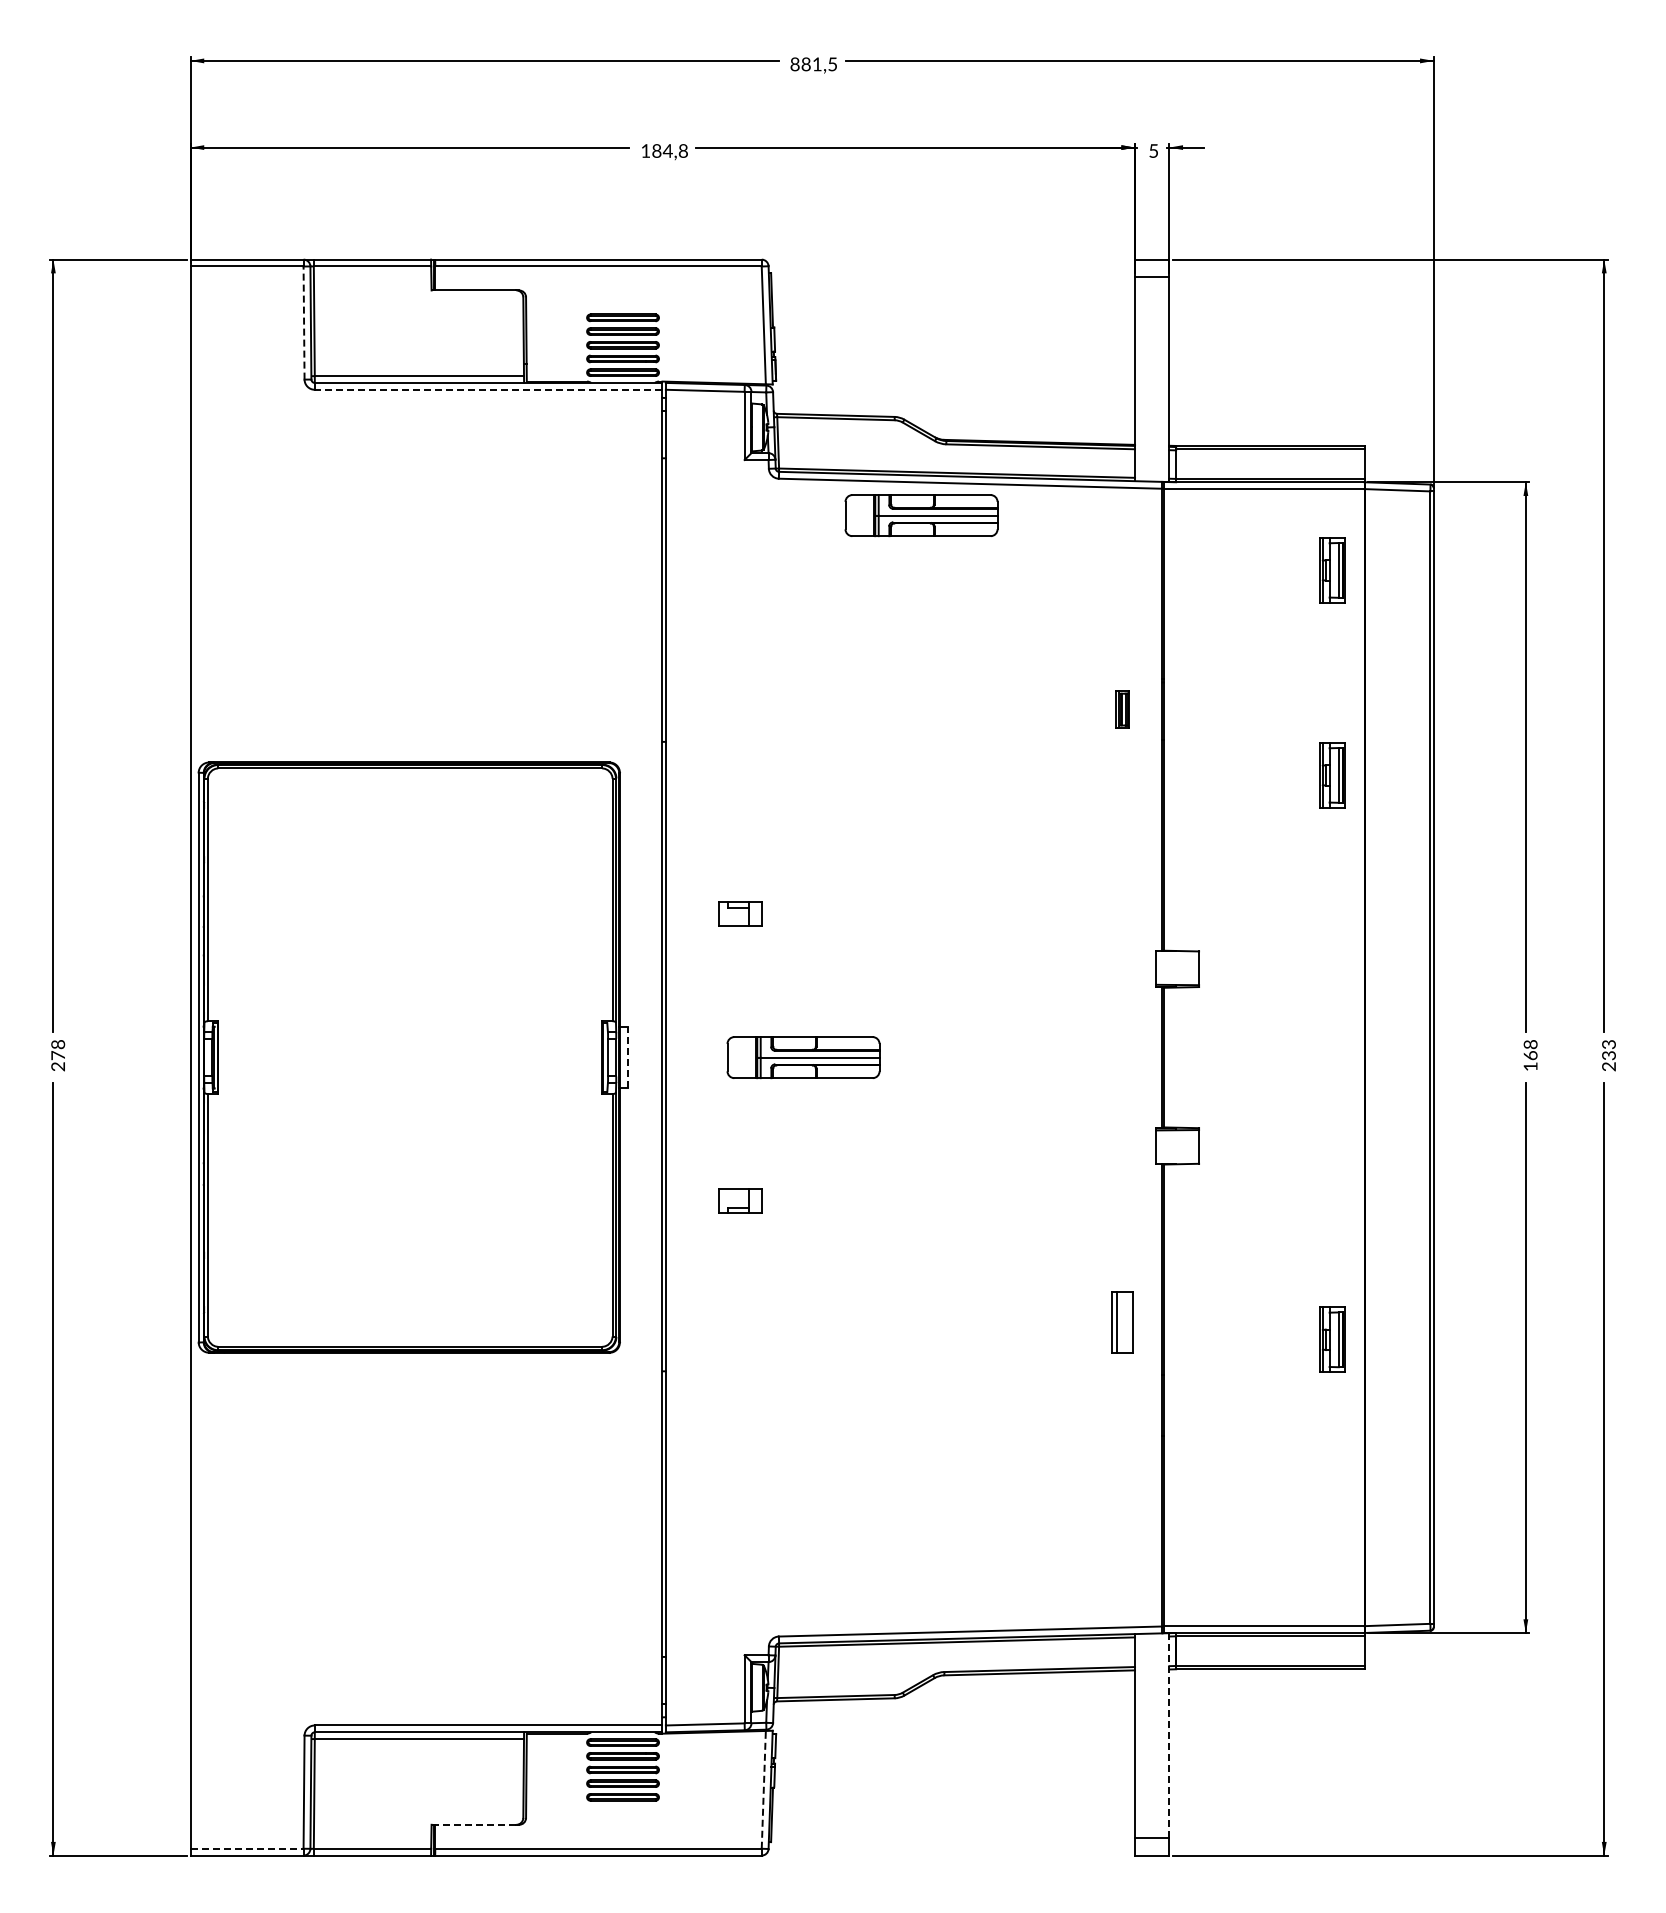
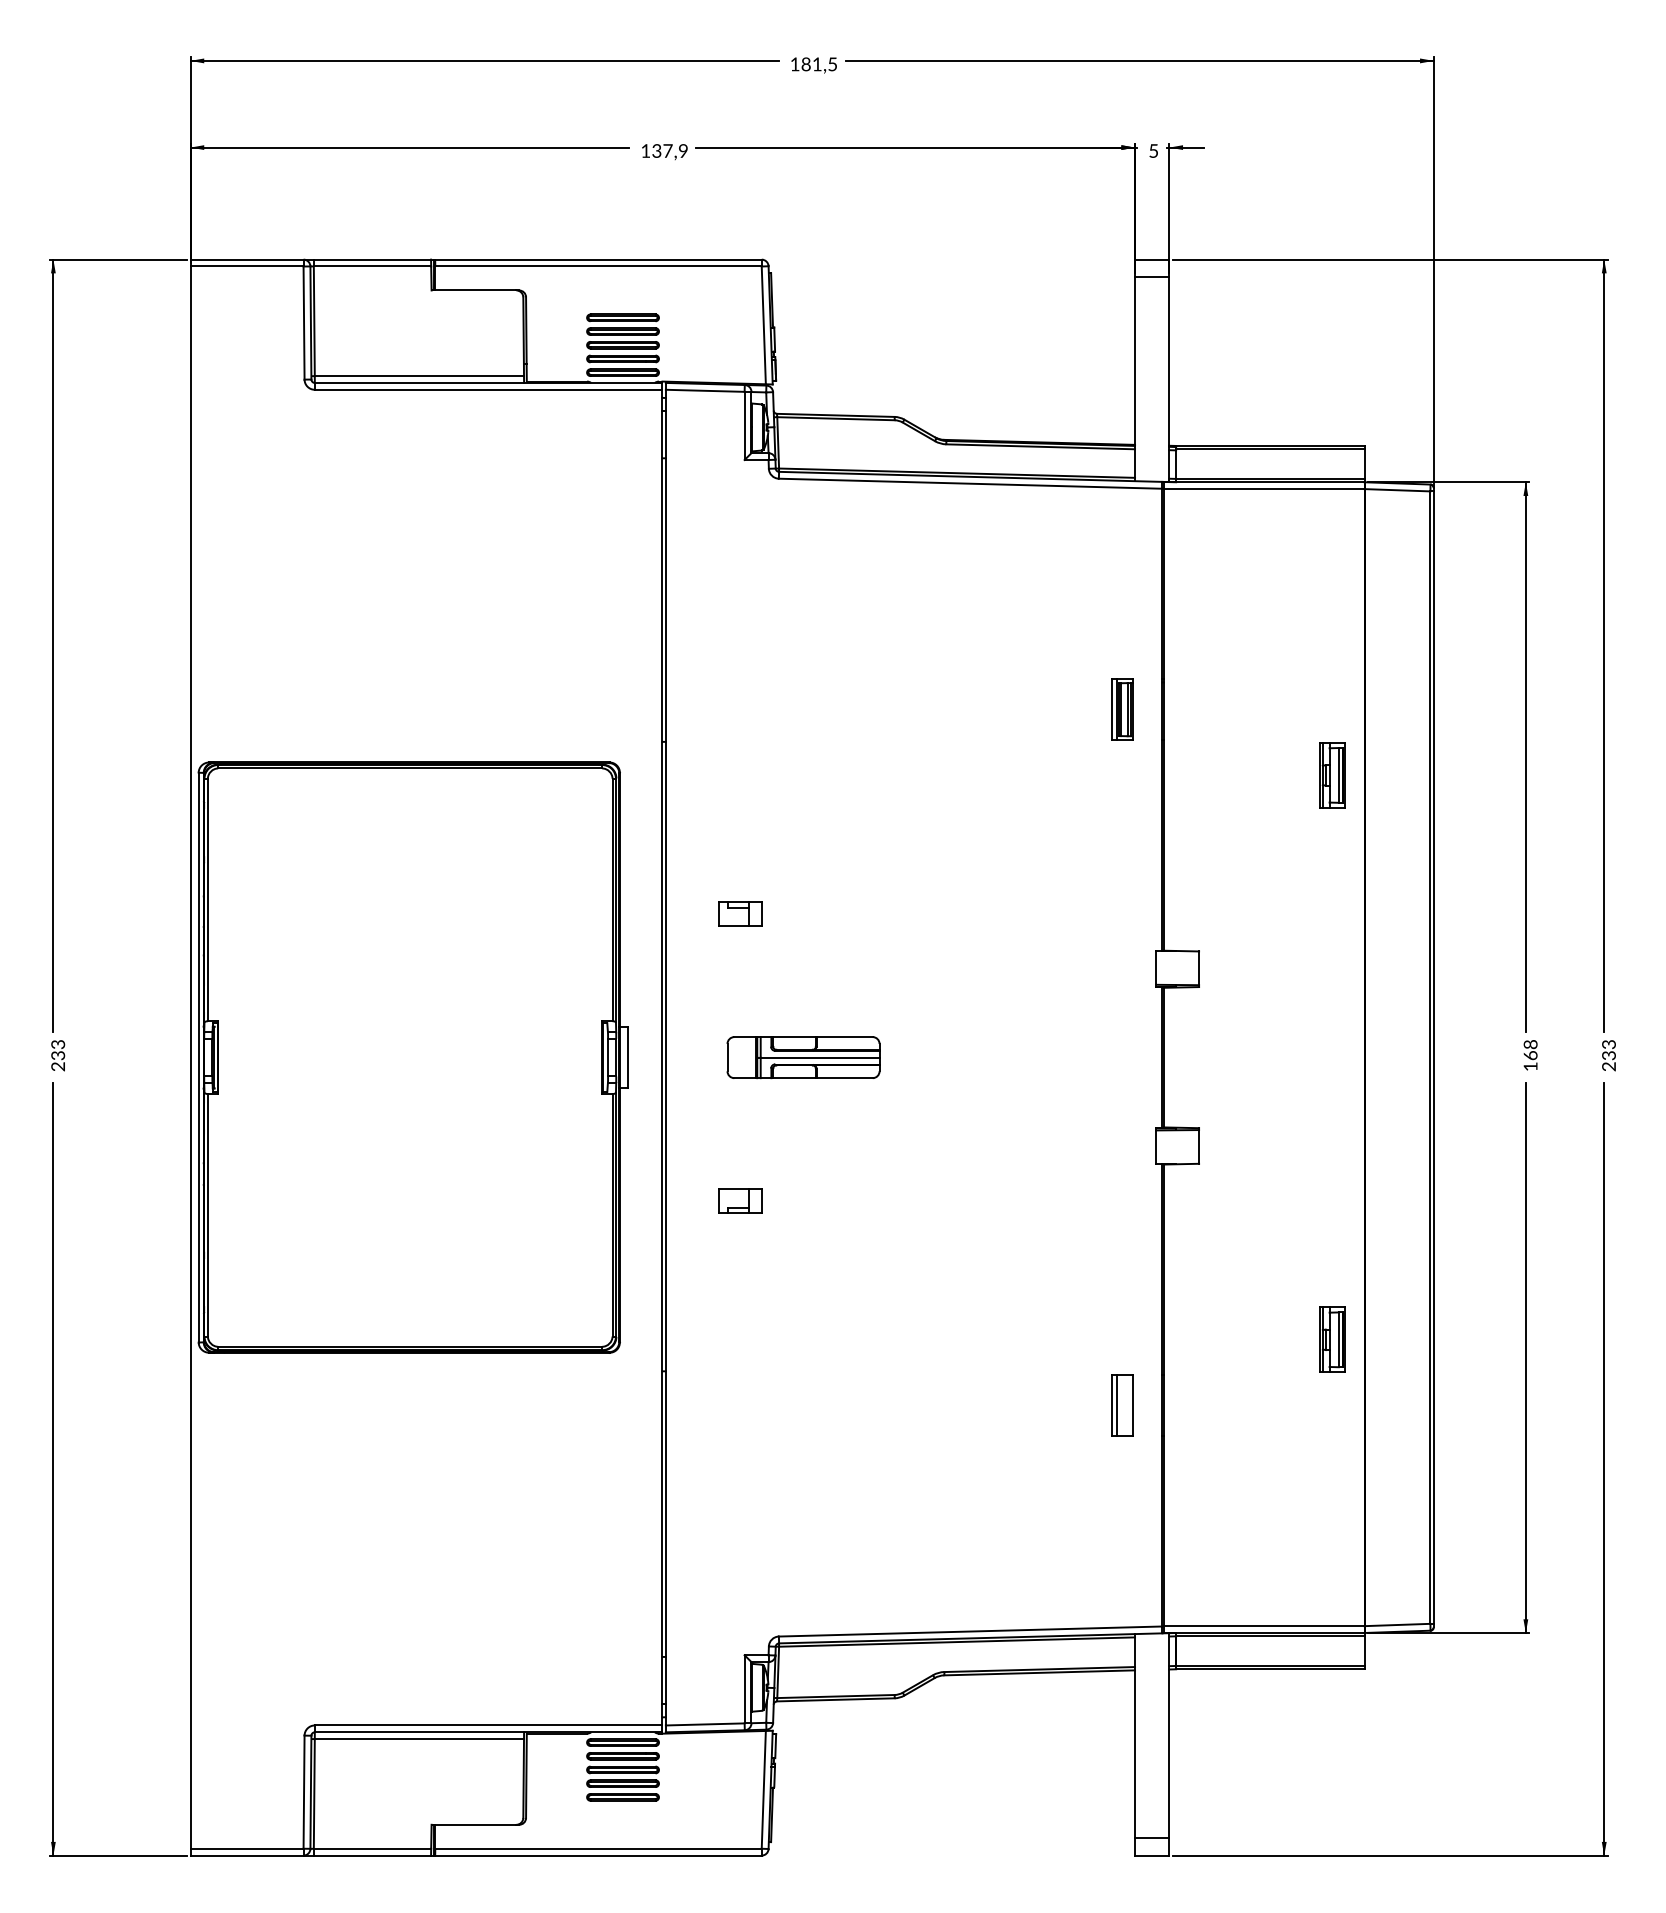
text at (794, 64): 881,5 -> 181,5
text at (669, 150): 184,8 -> 137,9
line at (304, 323): dashed -> solid
line at (488, 389): dashed -> solid
part at (921, 515): present -> none
part at (1332, 570): present -> none
part at (1122, 709) size: 15x39 px -> 23x63 px
text at (58, 1050): 278 -> 233
line at (628, 1057): dashed -> solid
part at (1122, 1322) position: (1122, 1322) -> (1122, 1405)
line at (1169, 1735): dashed -> solid
line at (763, 1789): dashed -> solid
line at (473, 1824): dashed -> solid
line at (247, 1848): dashed -> solid
